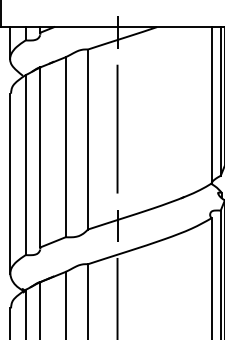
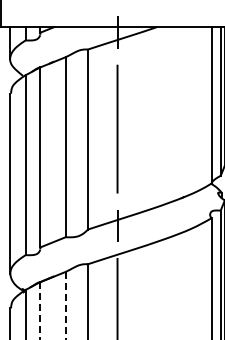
line at (65, 305): solid -> dashed
line at (40, 310): solid -> dashed
